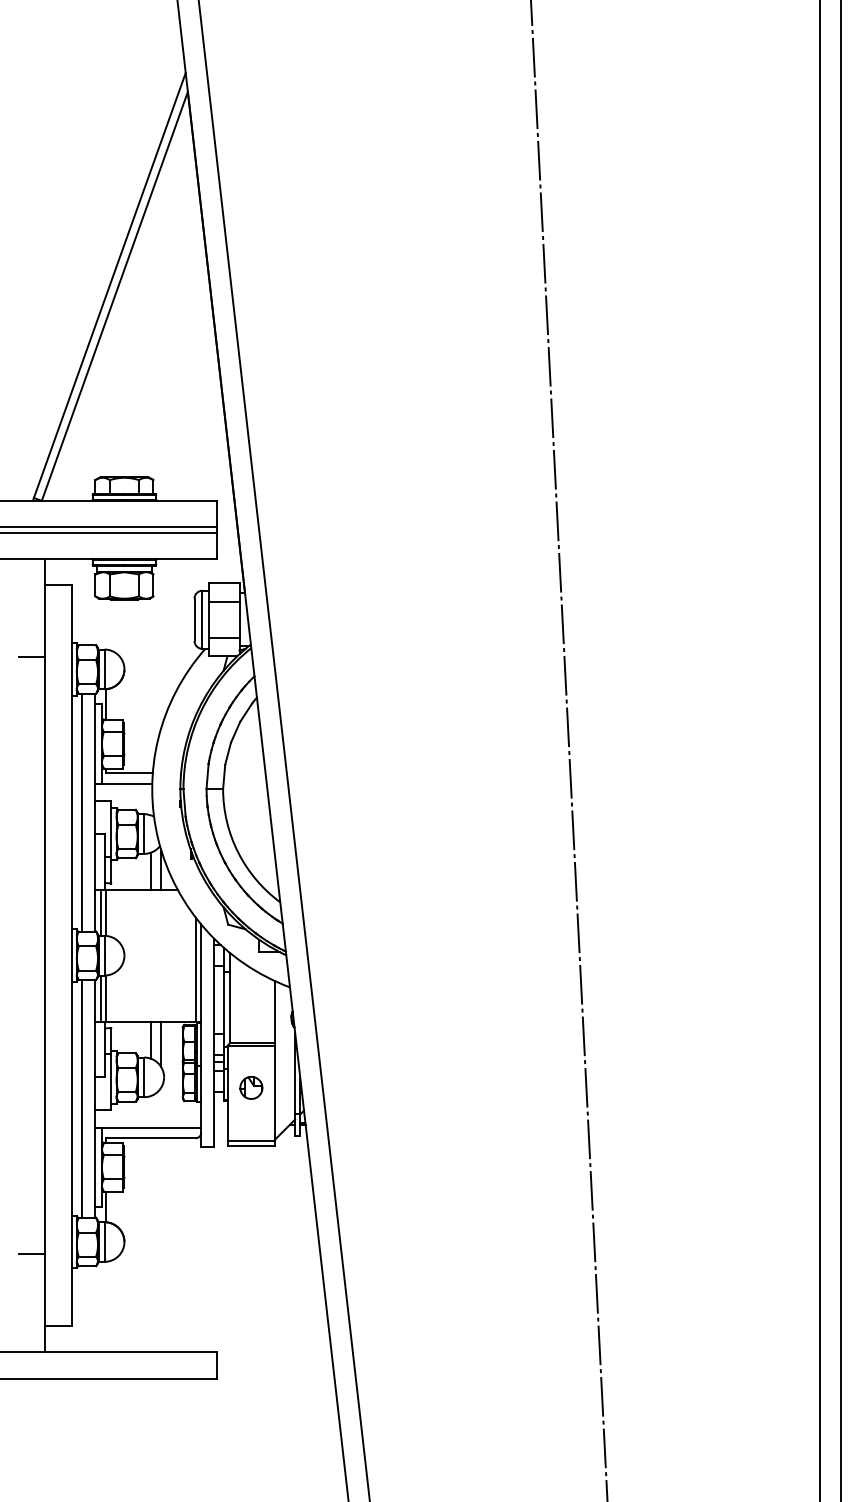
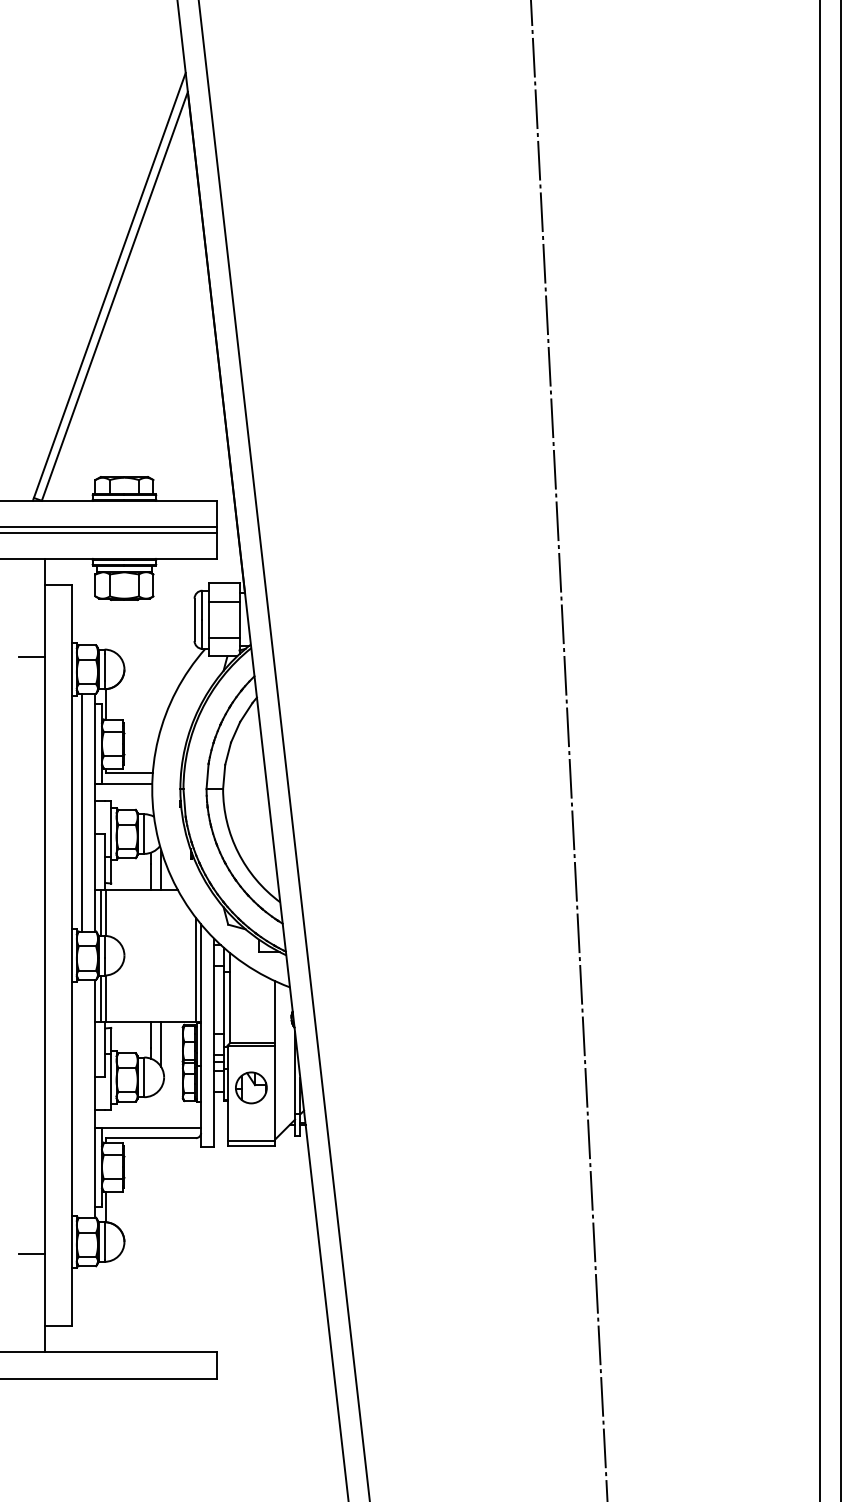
part at (251, 1087) size: 25x24 px -> 33x34 px
line at (82, 1098): present -> none
